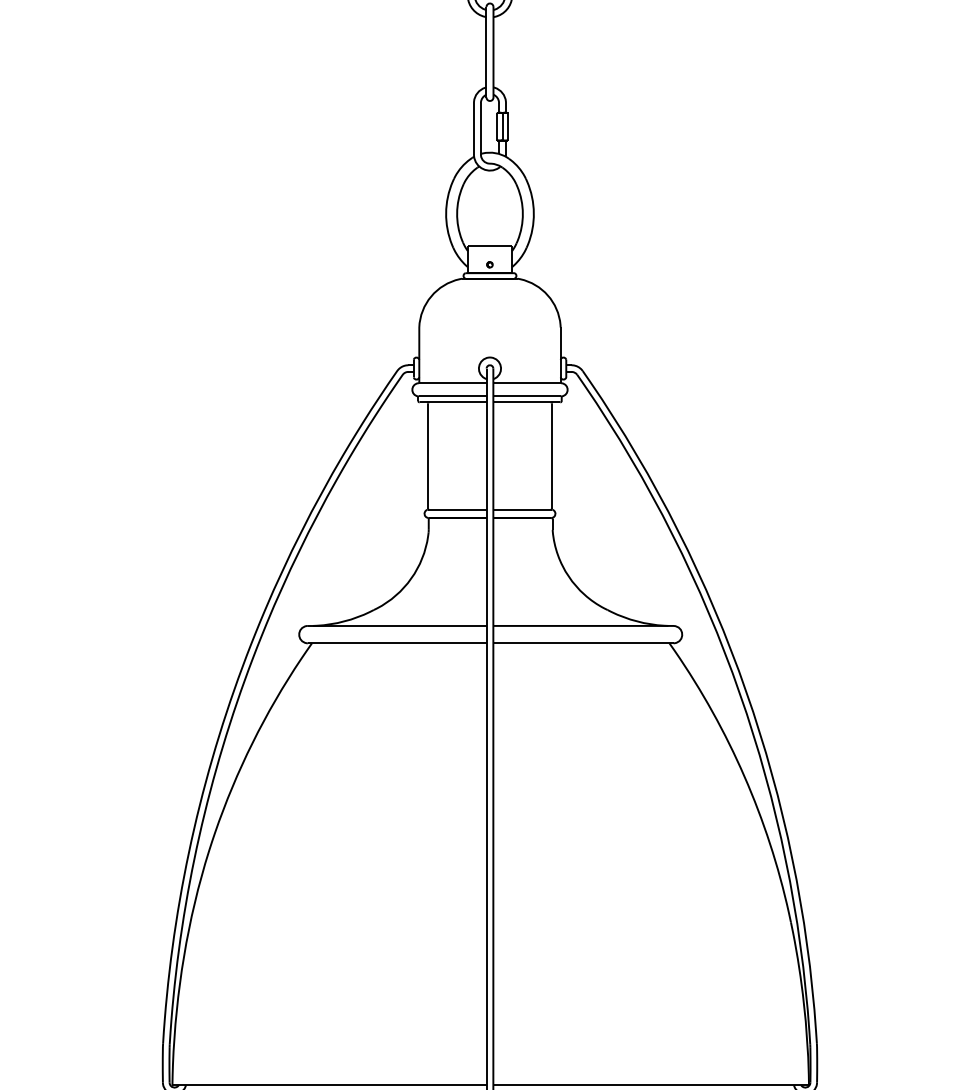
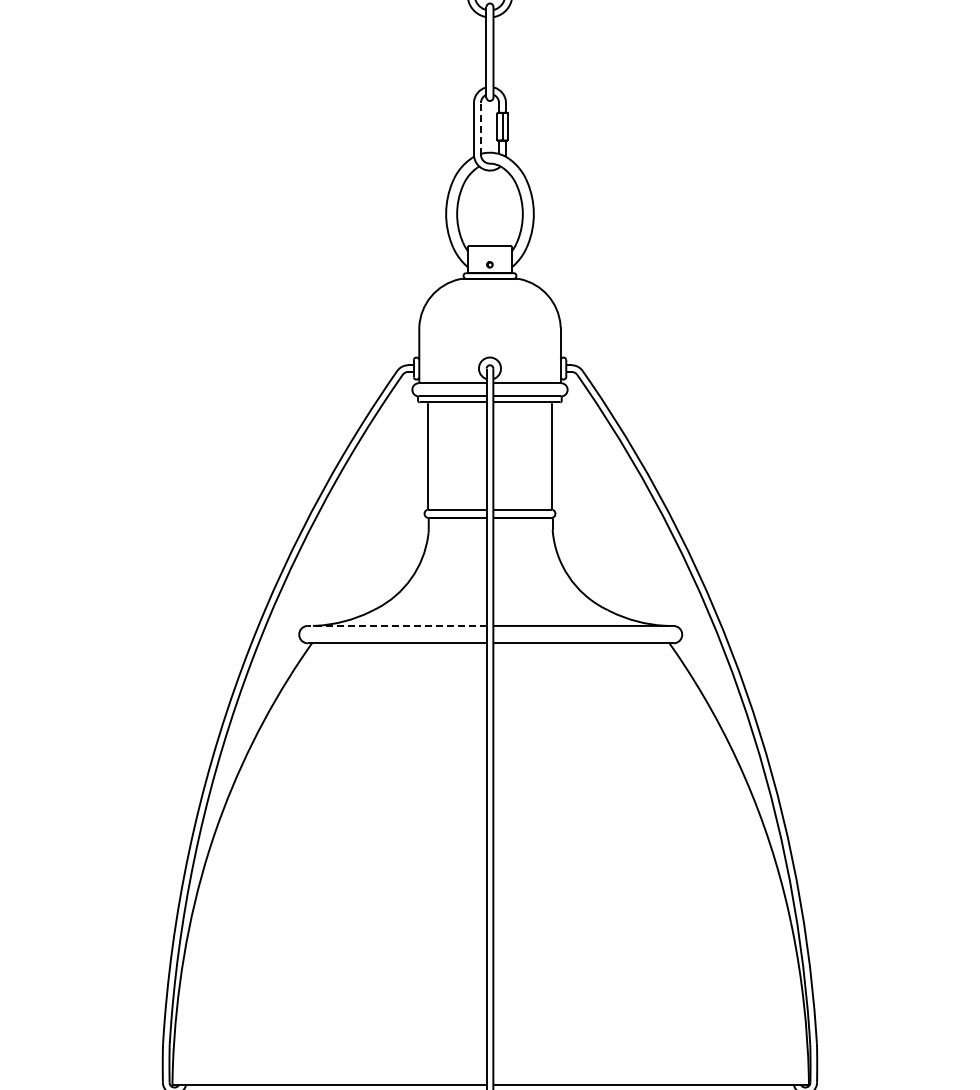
line at (480, 128): solid -> dashed
line at (396, 625): solid -> dashed
